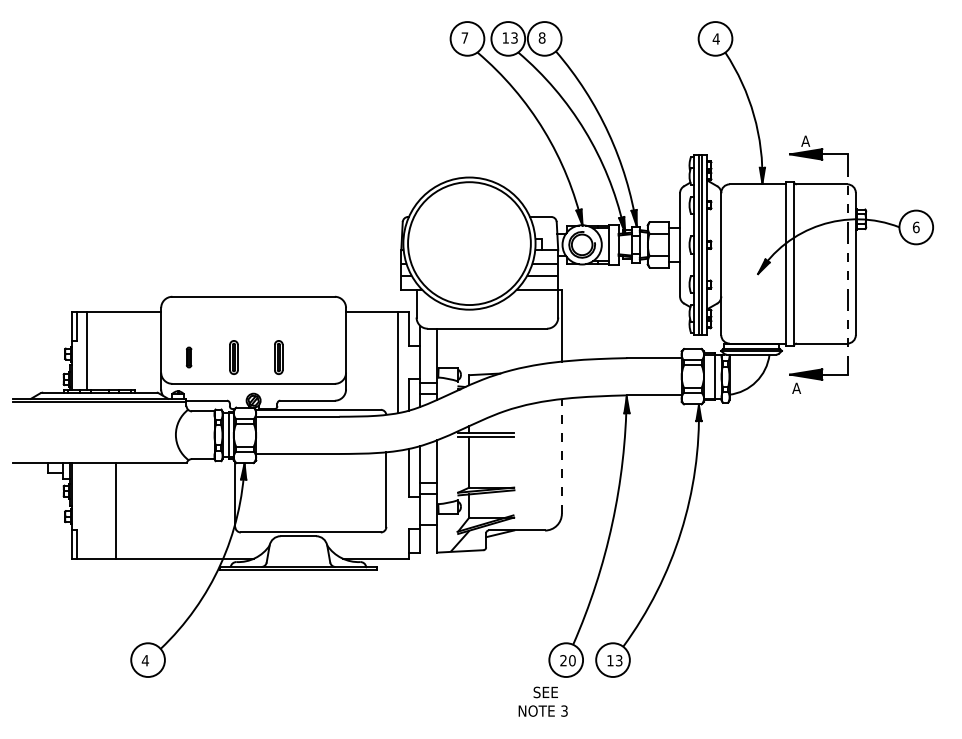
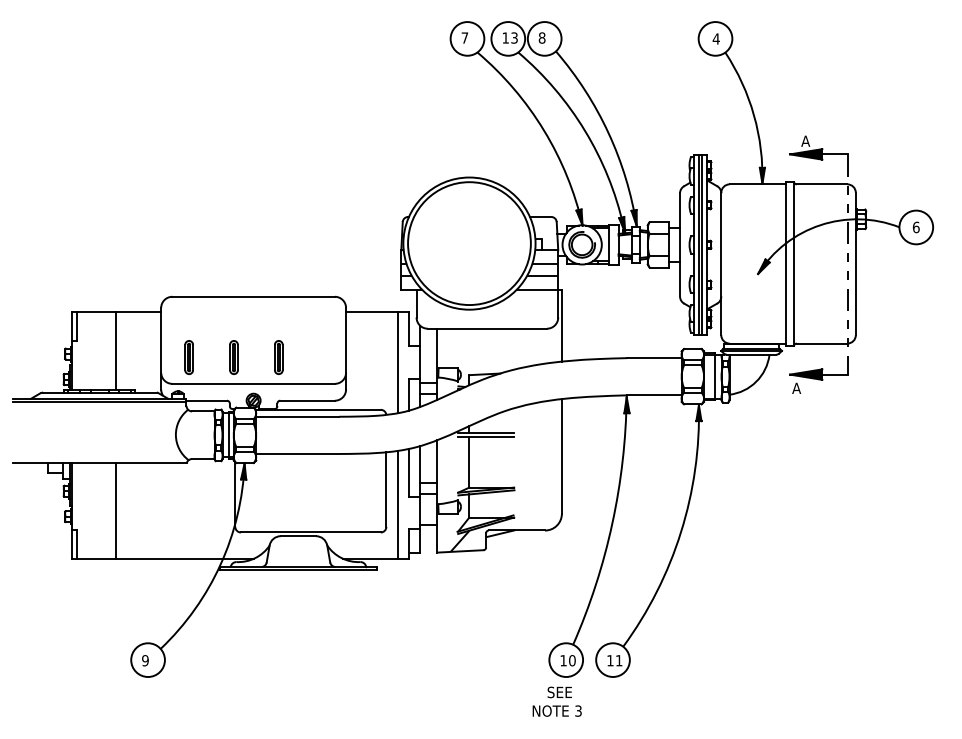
line at (87, 351) position: (87, 351) -> (116, 351)
part at (188, 357) size: 8x23 px -> 10x35 px
line at (561, 455): dashed -> solid
line at (397, 504): none -> present
text at (144, 660): 4 -> 9
text at (563, 660): 20 -> 10
text at (618, 660): 13 -> 11
text at (542, 701) position: (542, 701) -> (556, 701)
